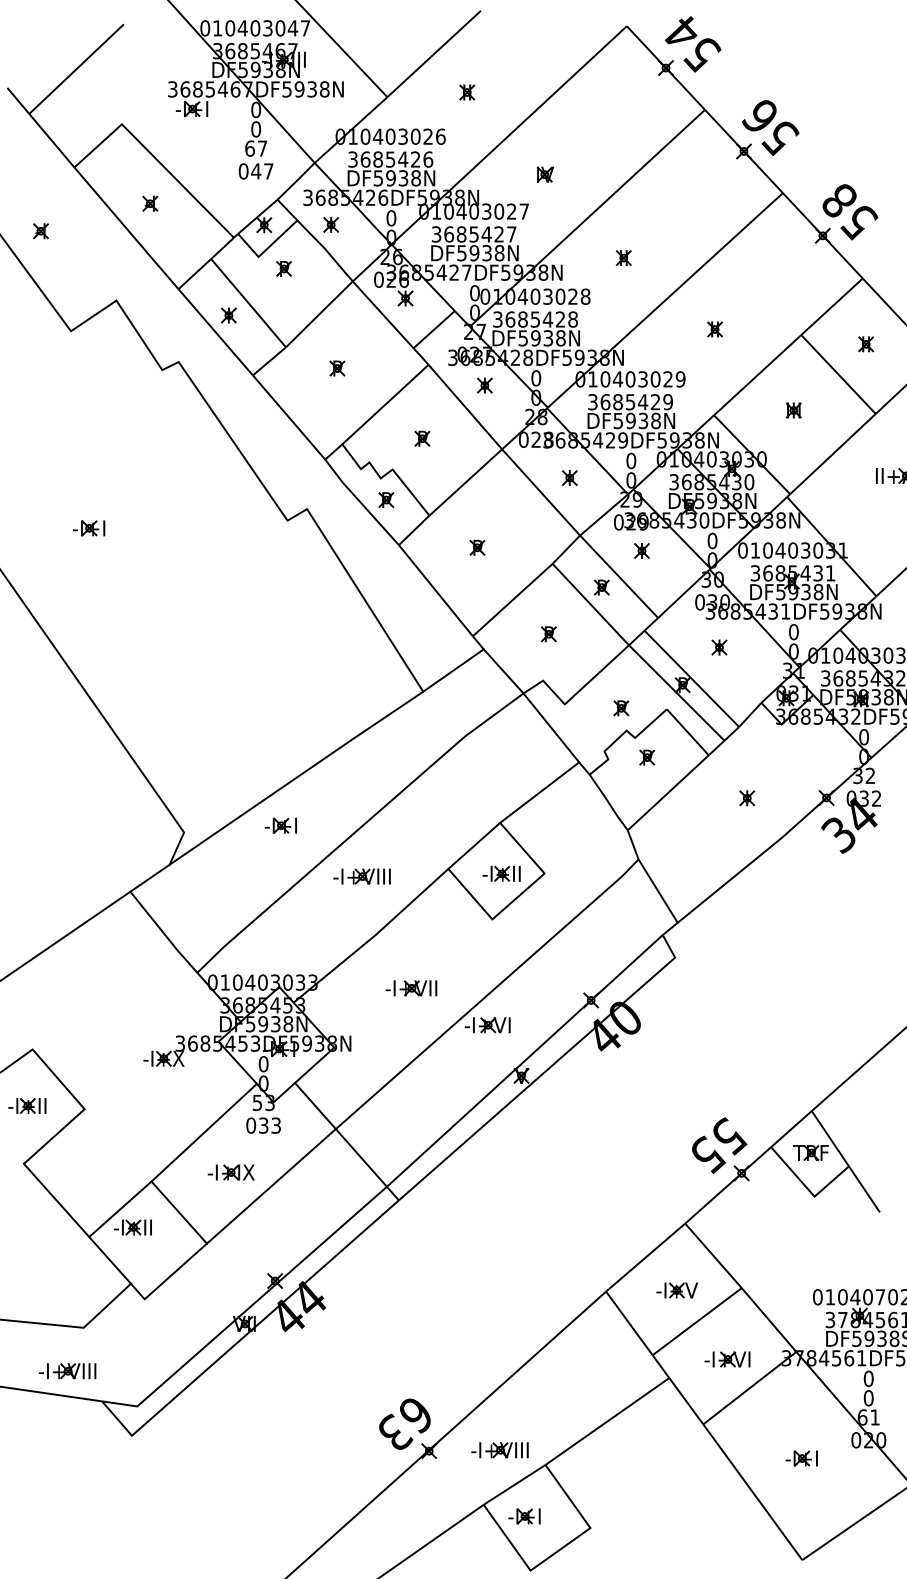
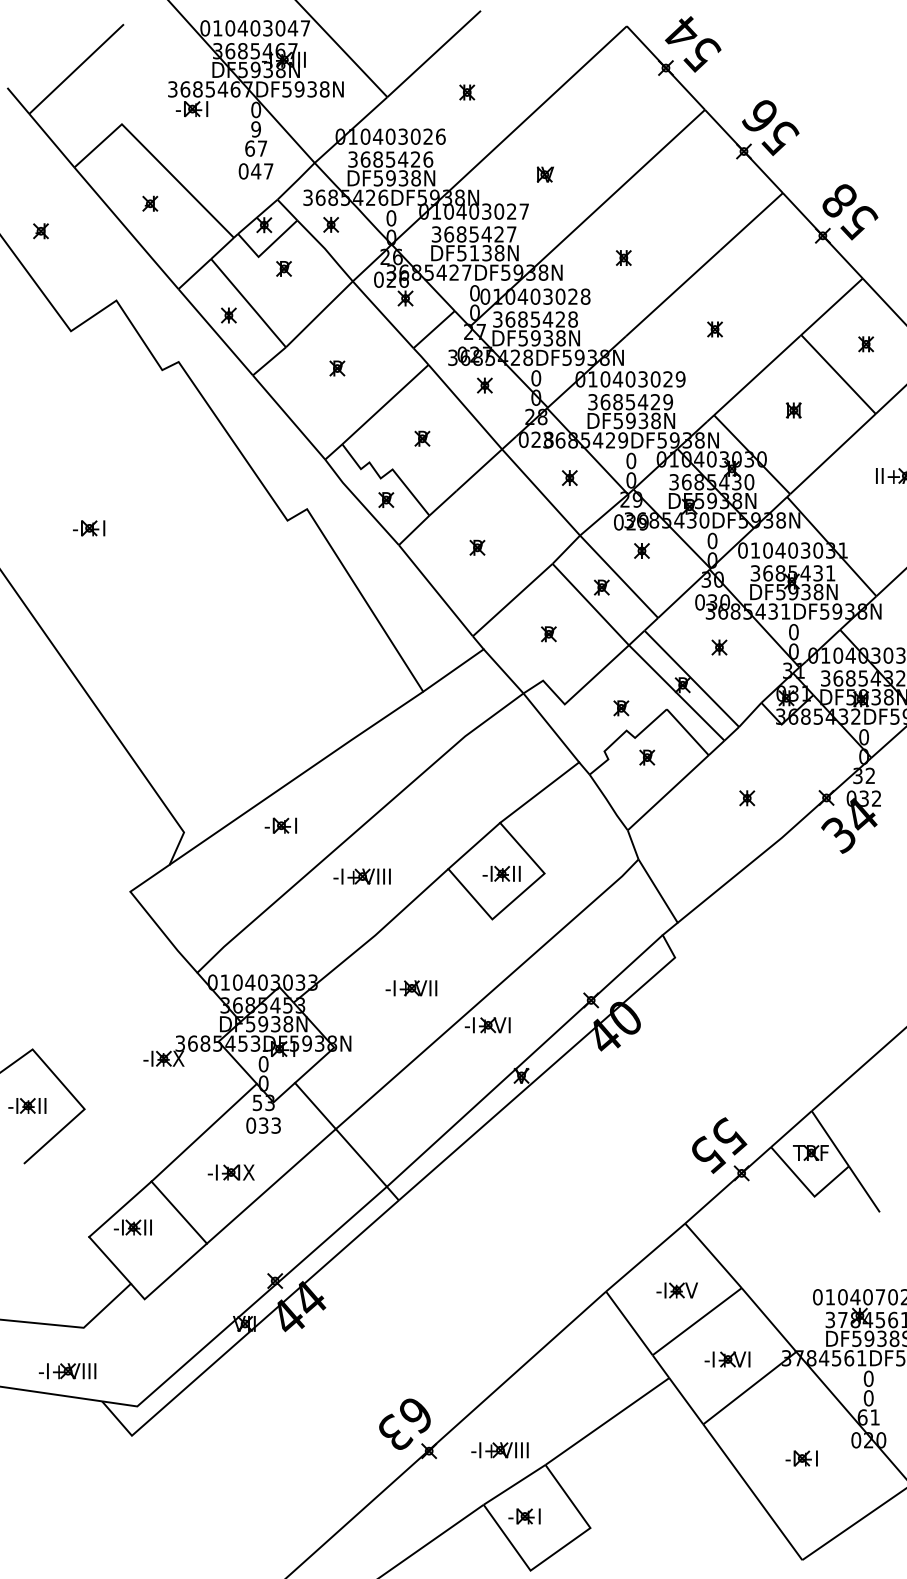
text at (255, 129): 0 -> 9
text at (474, 253): DF5938N -> DF5138N
line at (66, 935): present -> none
line at (56, 1200): present -> none
